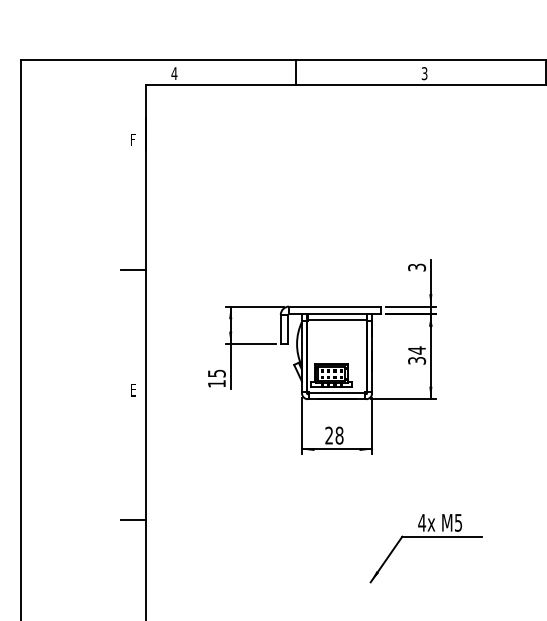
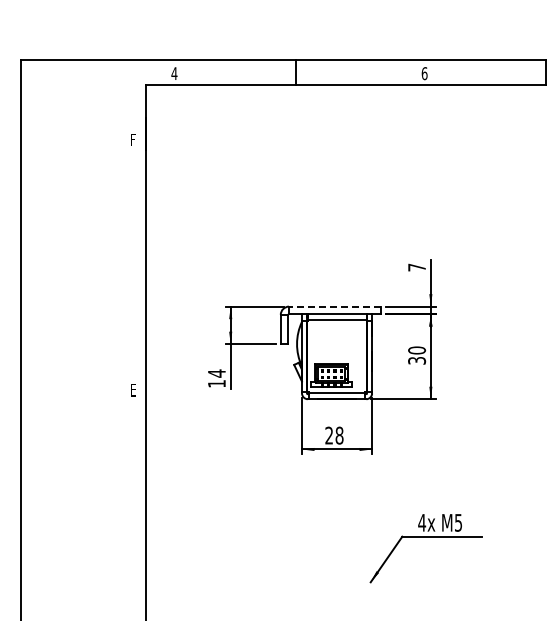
text at (424, 73): 3 -> 6
text at (417, 267): 3 -> 7
line at (132, 270): present -> none
line at (334, 306): solid -> dashed
text at (417, 350): 34 -> 30
text at (216, 373): 15 -> 14
line at (132, 520): present -> none
